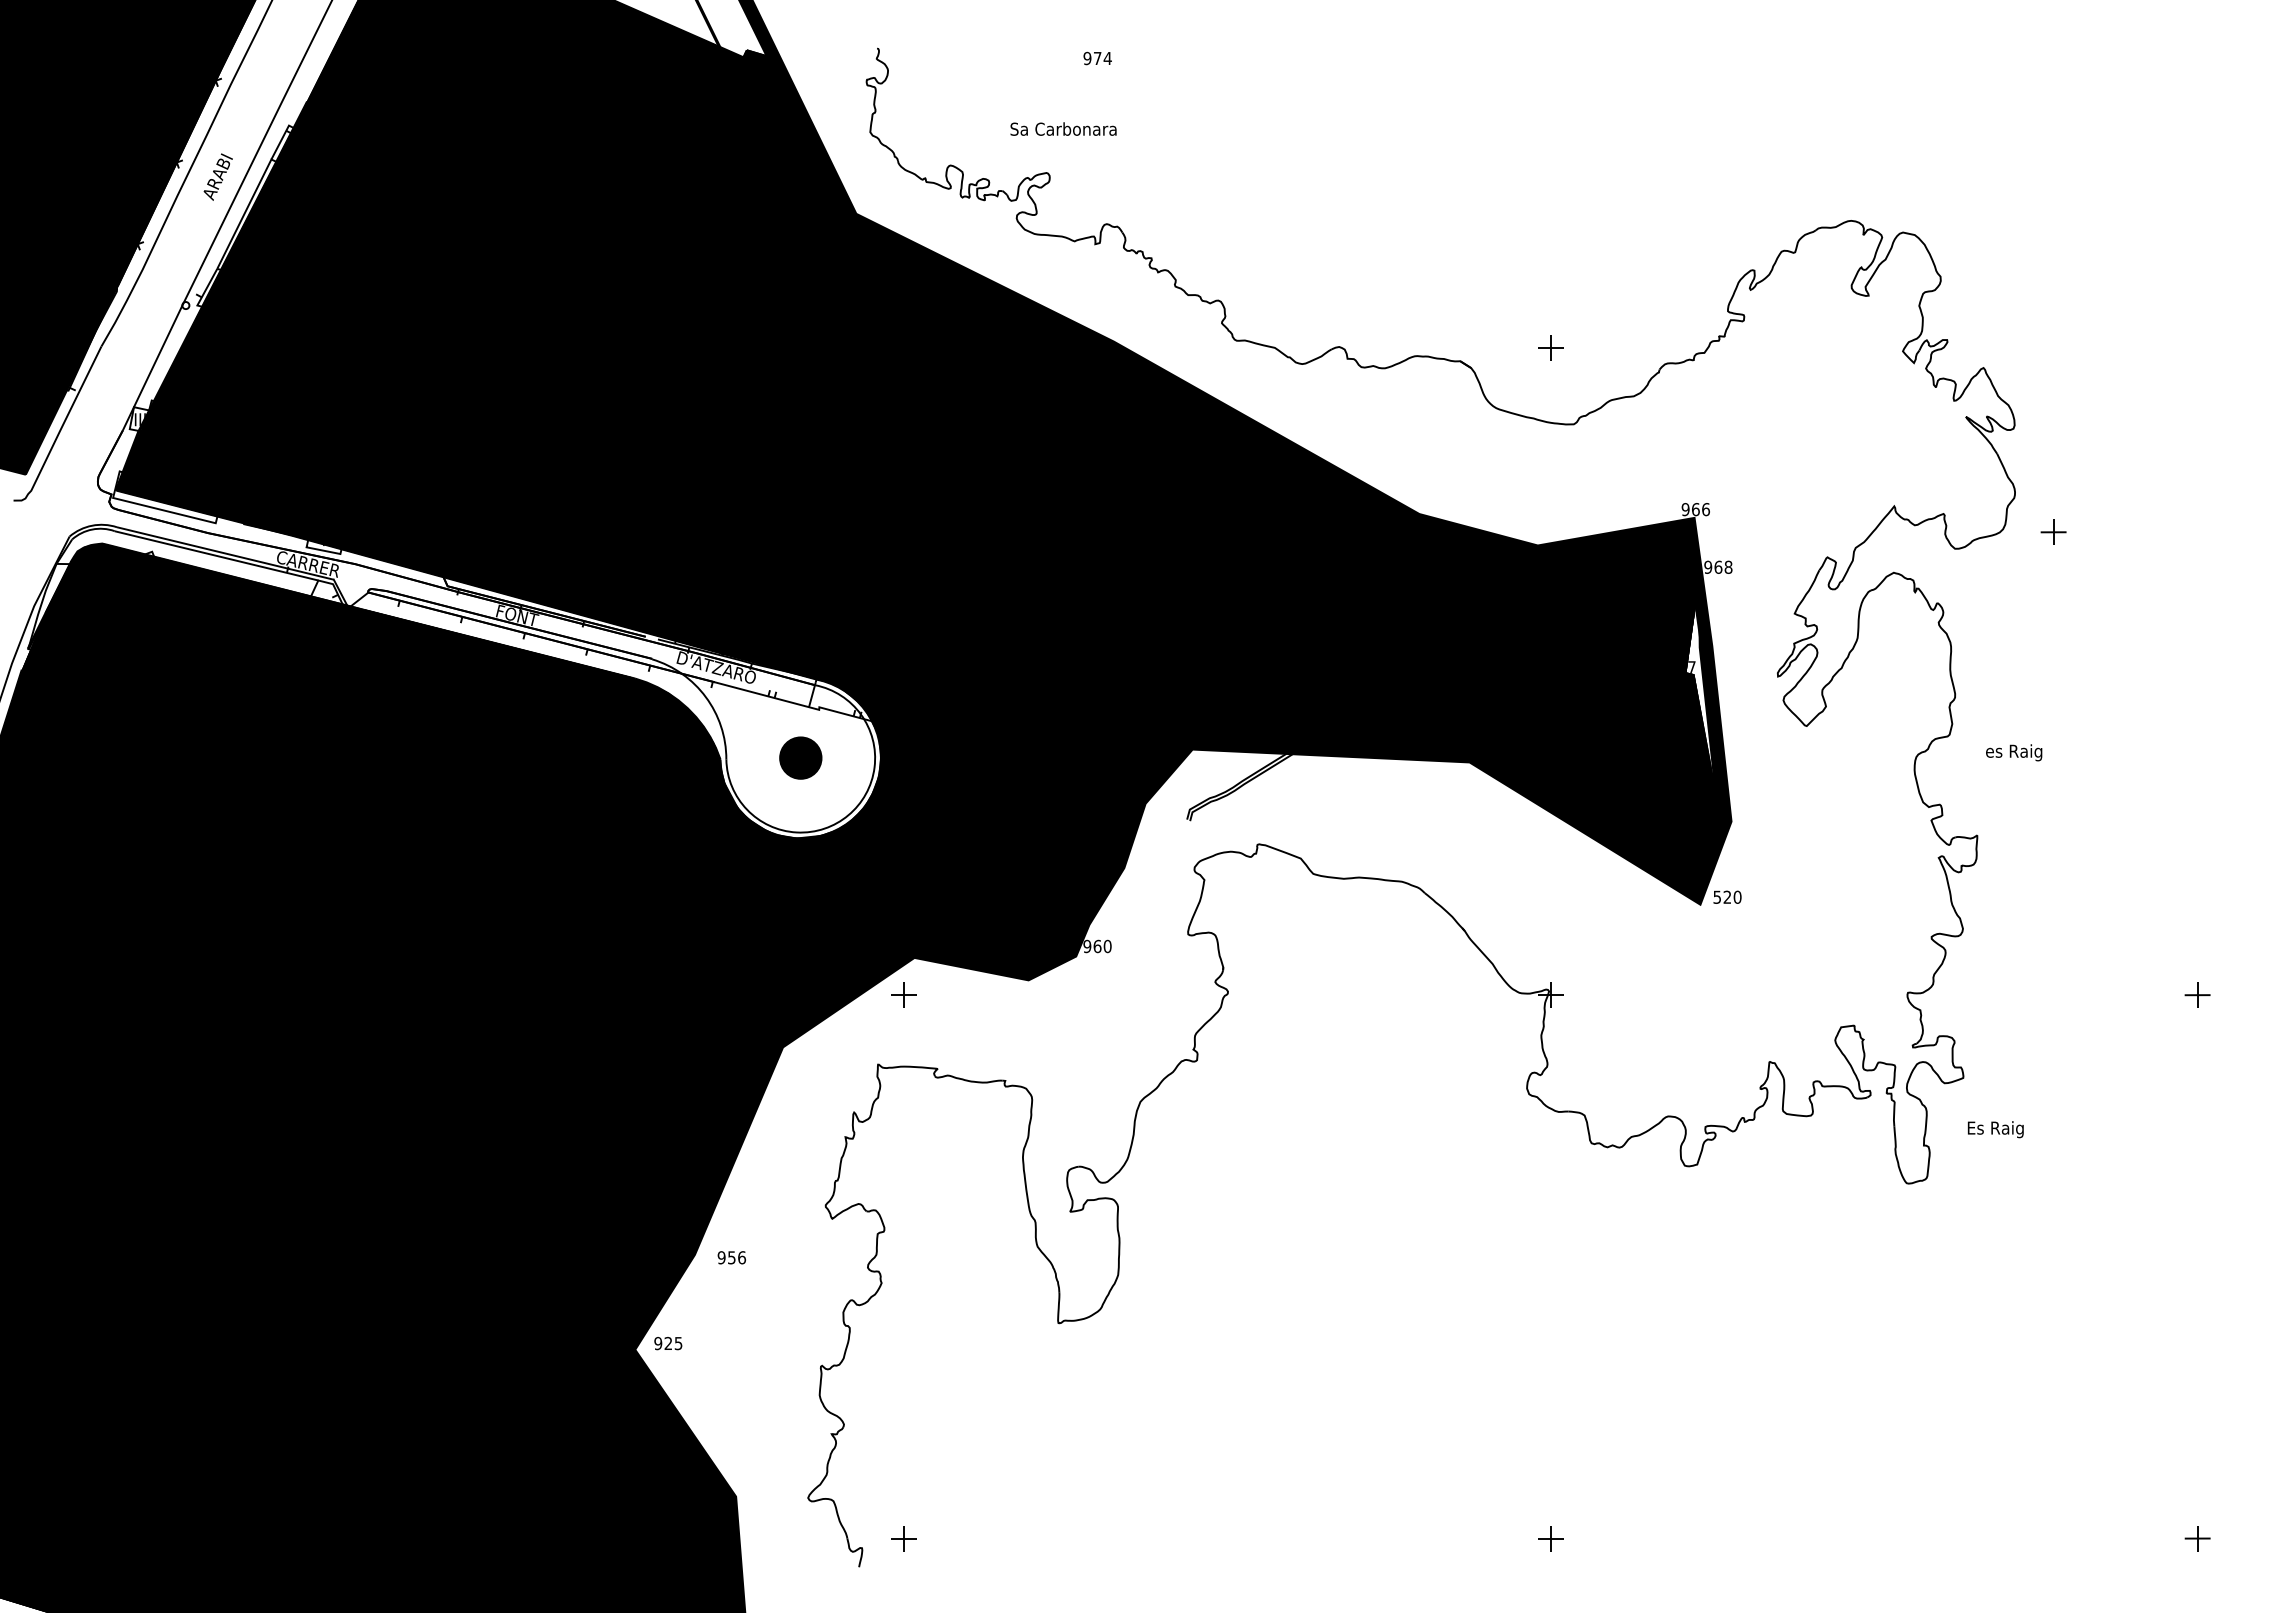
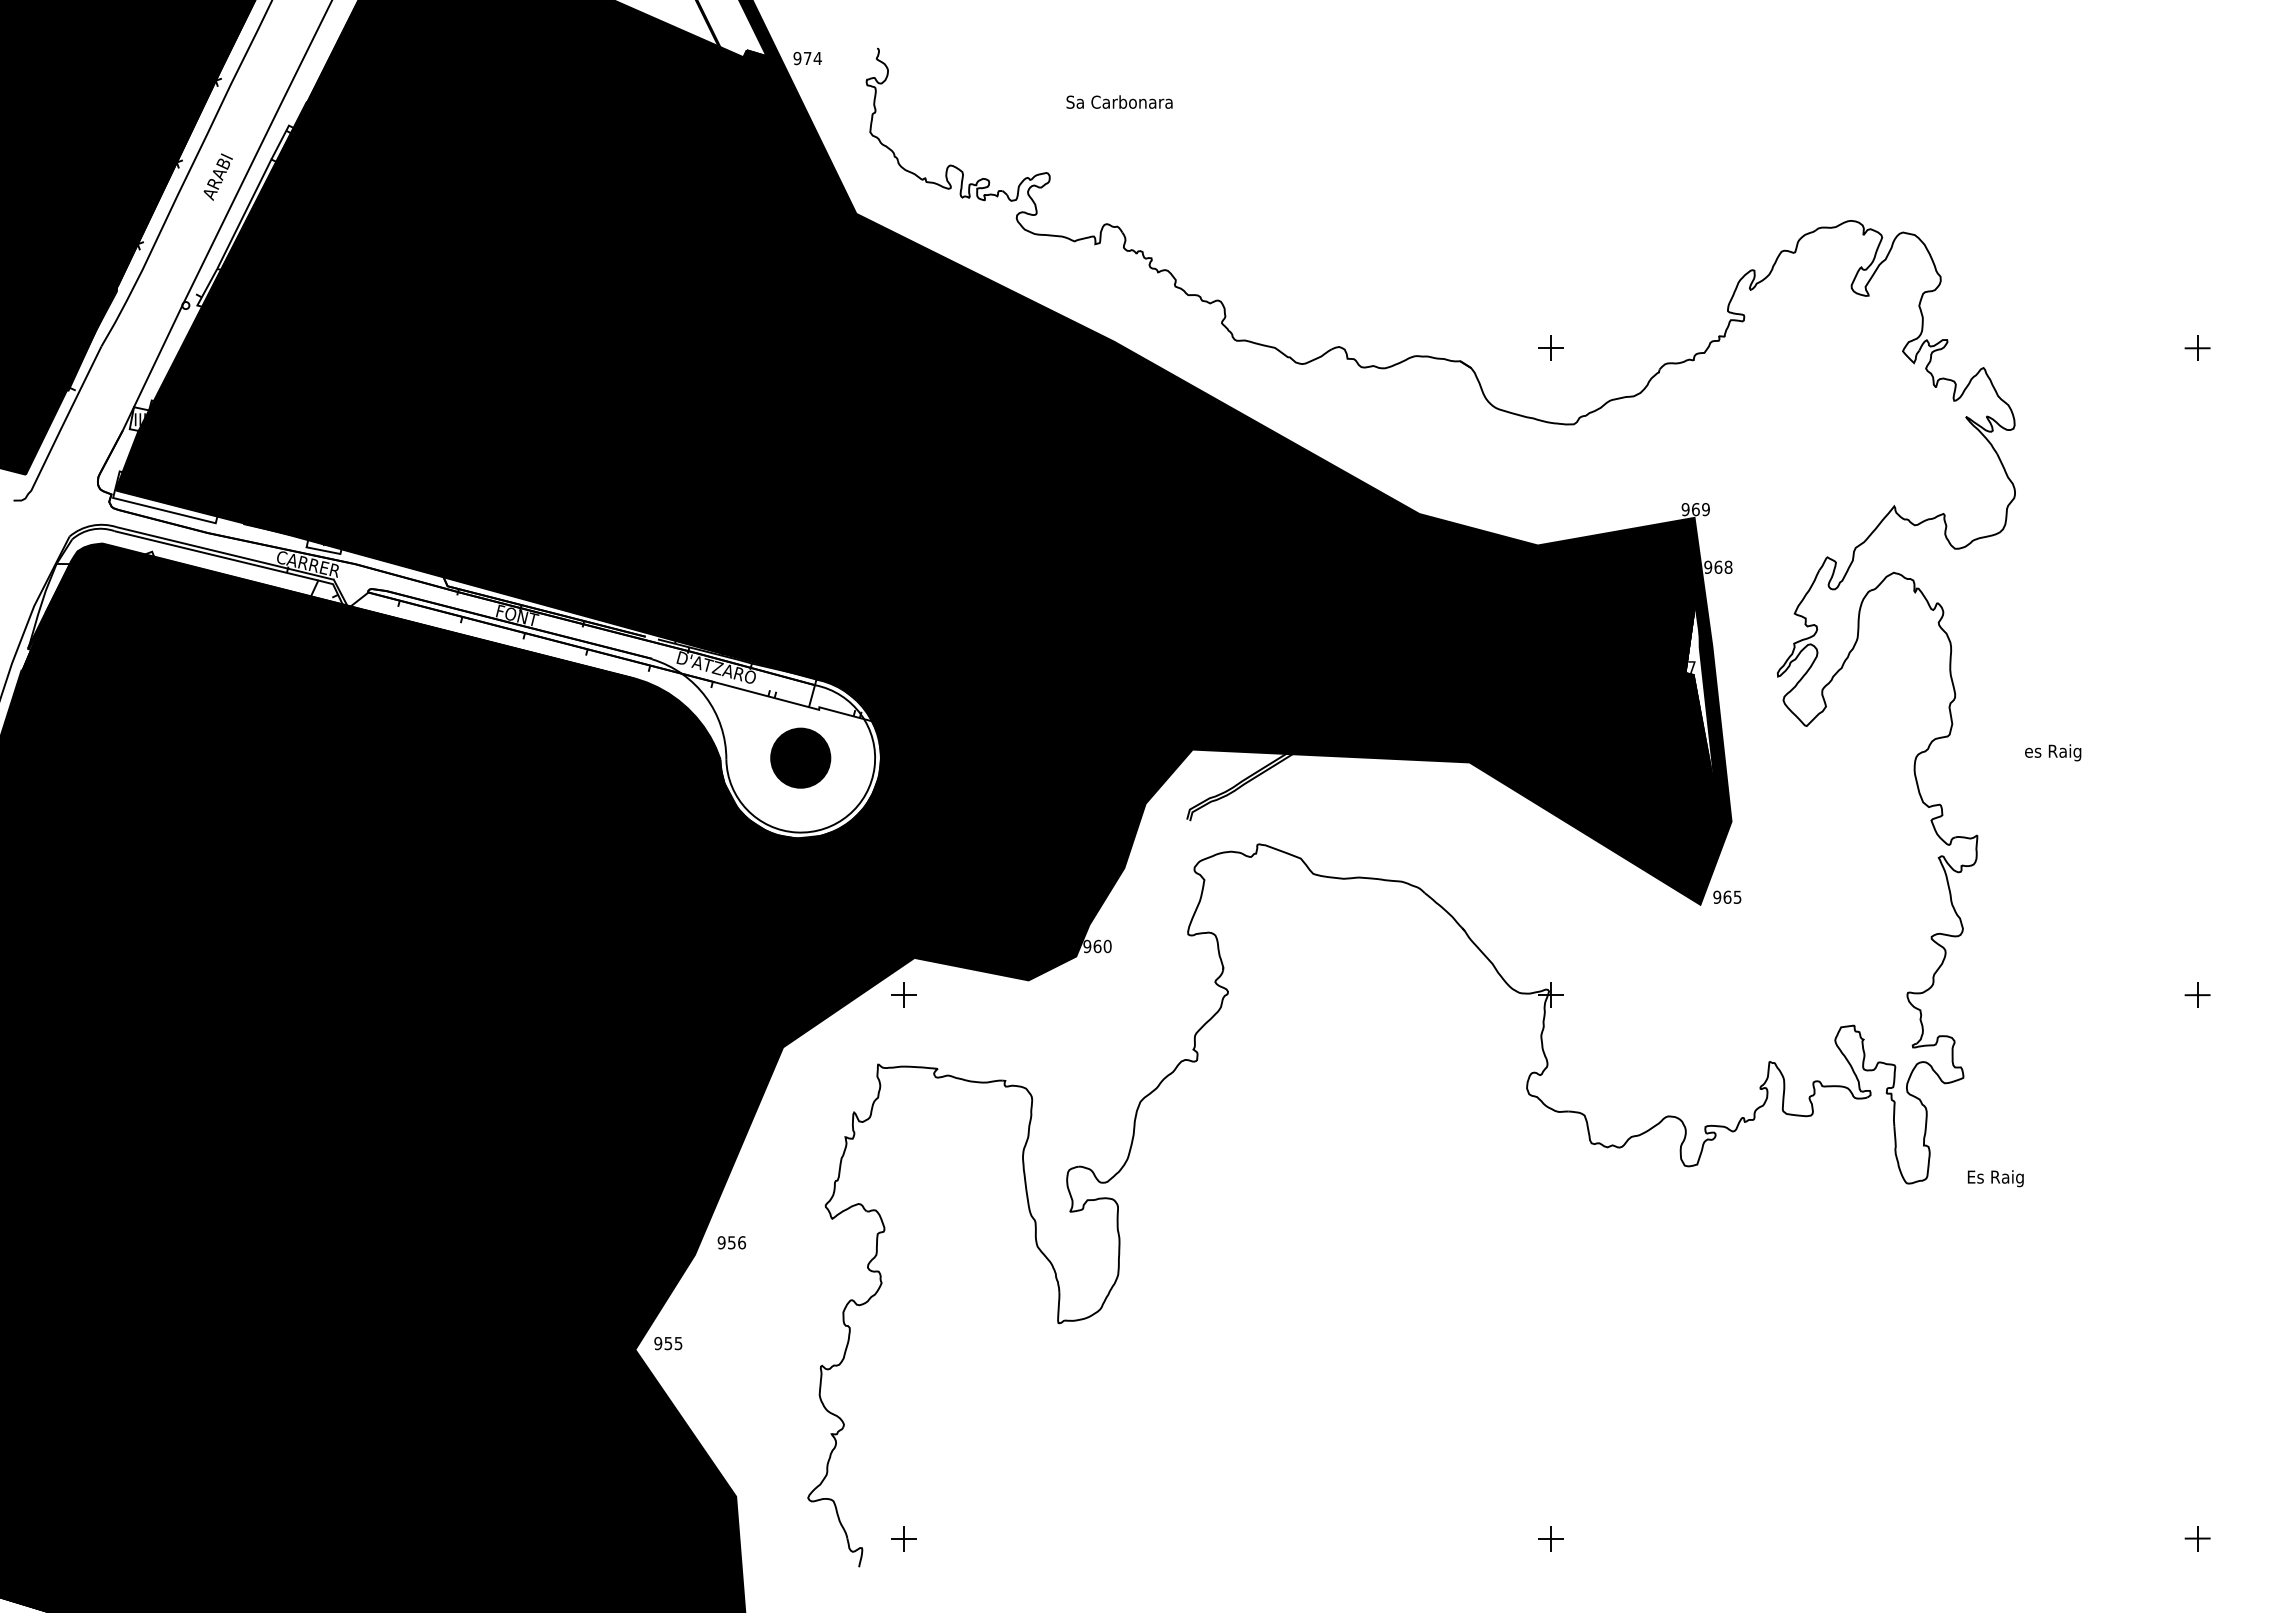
text at (1097, 58) position: (1097, 58) -> (807, 58)
text at (1063, 128) position: (1063, 128) -> (1119, 101)
text at (1705, 509): 966 -> 969
part at (2053, 531) position: (2053, 531) -> (2197, 347)
text at (2014, 752) position: (2014, 752) -> (2053, 752)
part at (800, 757) size: 44x44 px -> 62x62 px
text at (1727, 896): 520 -> 965
text at (1995, 1129) position: (1995, 1129) -> (1995, 1178)
text at (731, 1257) position: (731, 1257) -> (731, 1242)
text at (668, 1343): 925 -> 955
